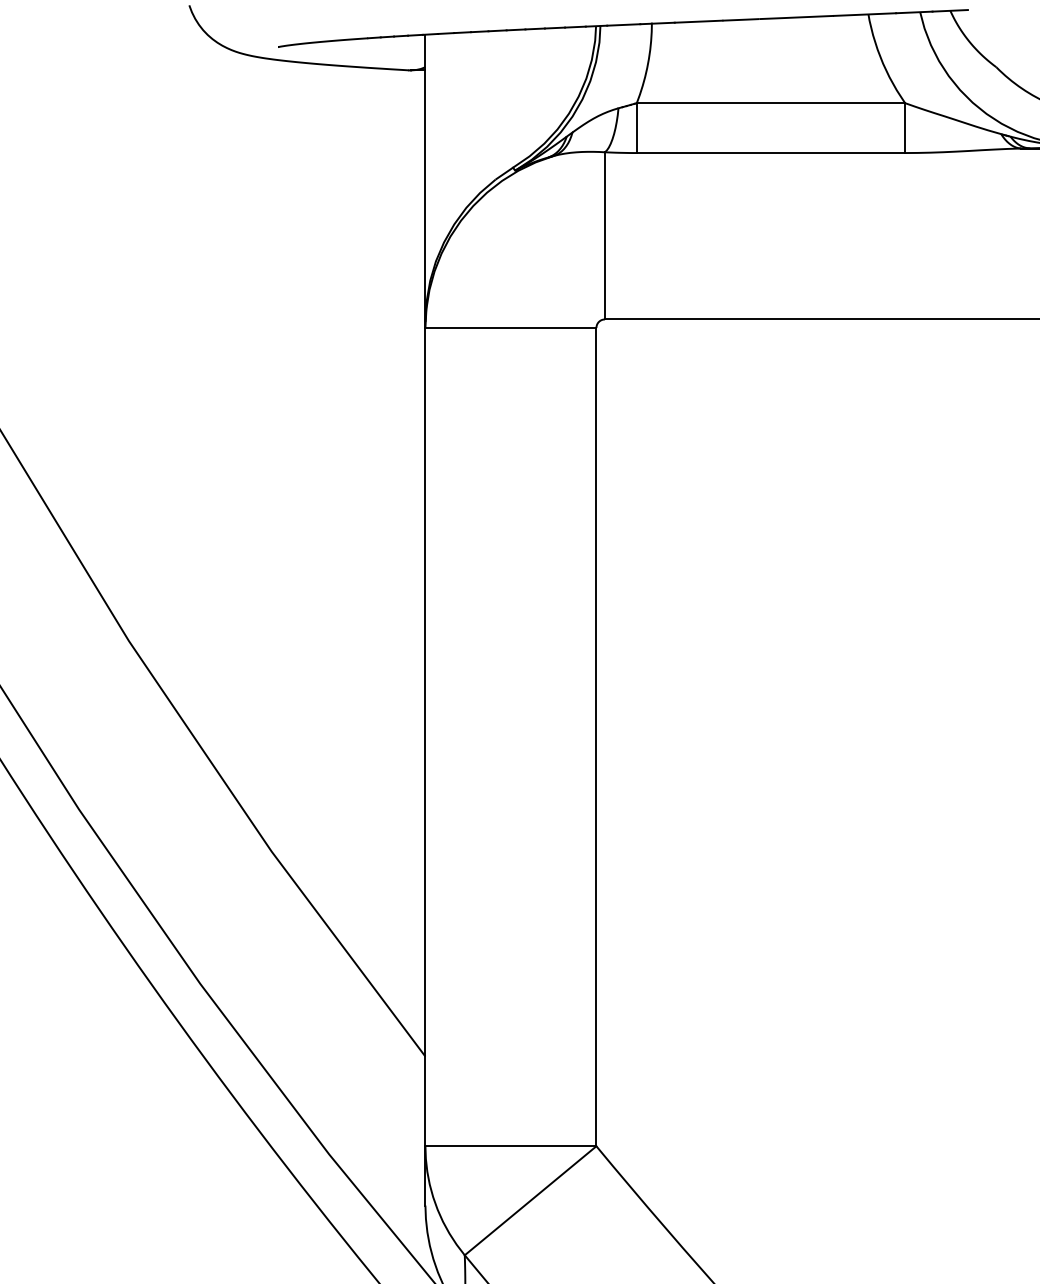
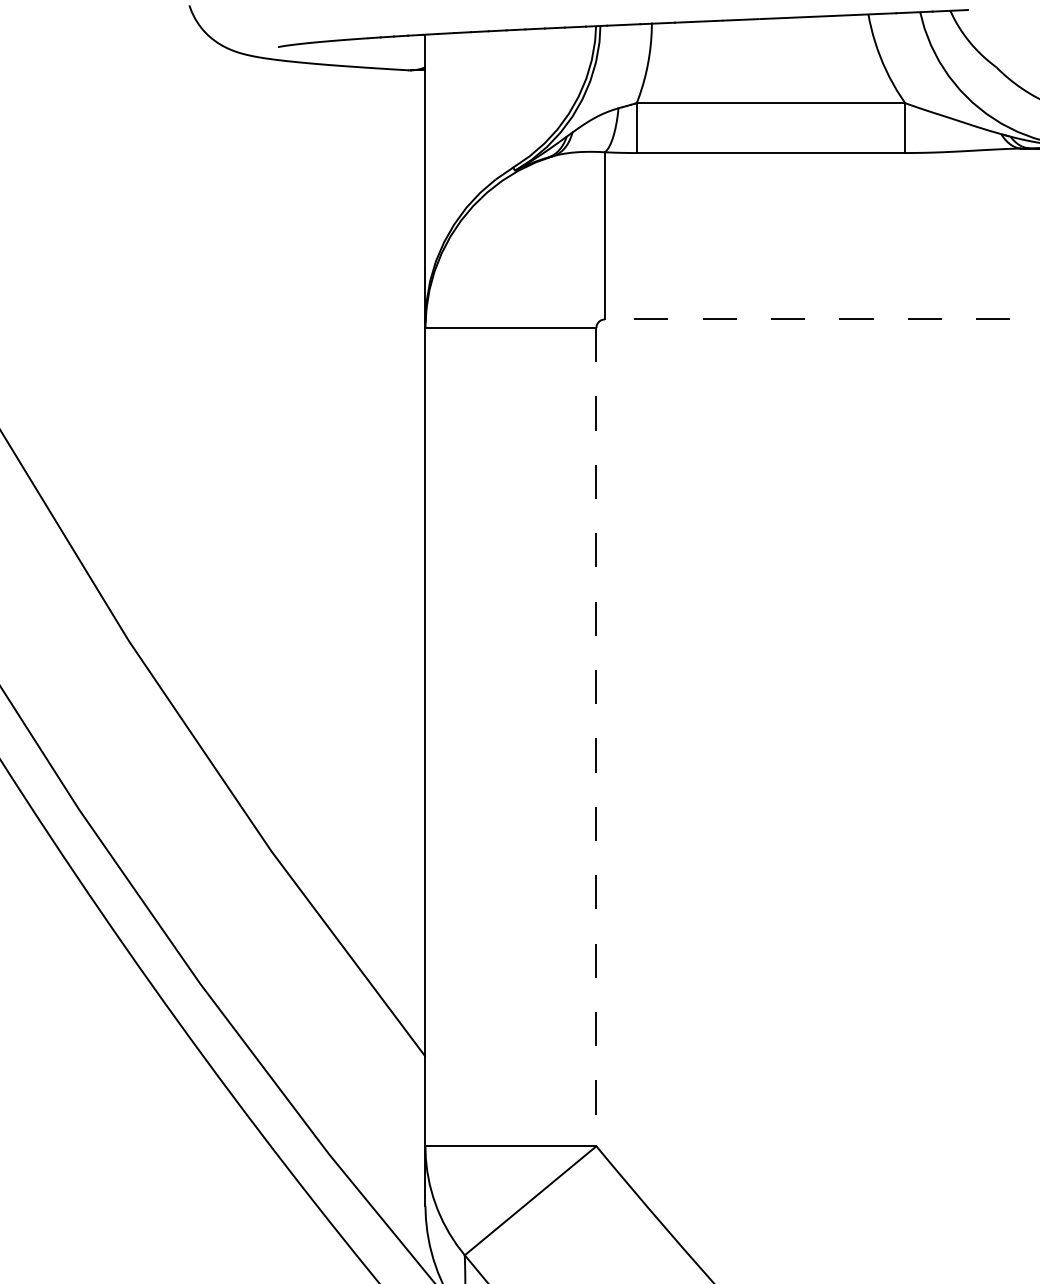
line at (821, 319): solid -> dashed
line at (596, 737): solid -> dashed
